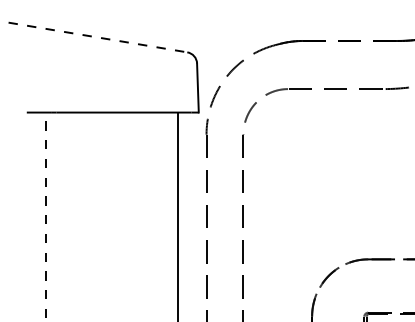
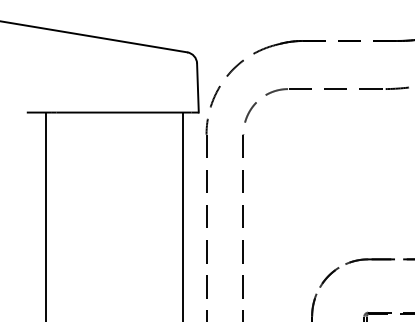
line at (94, 36): dashed -> solid
line at (178, 215) position: (178, 215) -> (183, 215)
line at (45, 216): dashed -> solid
